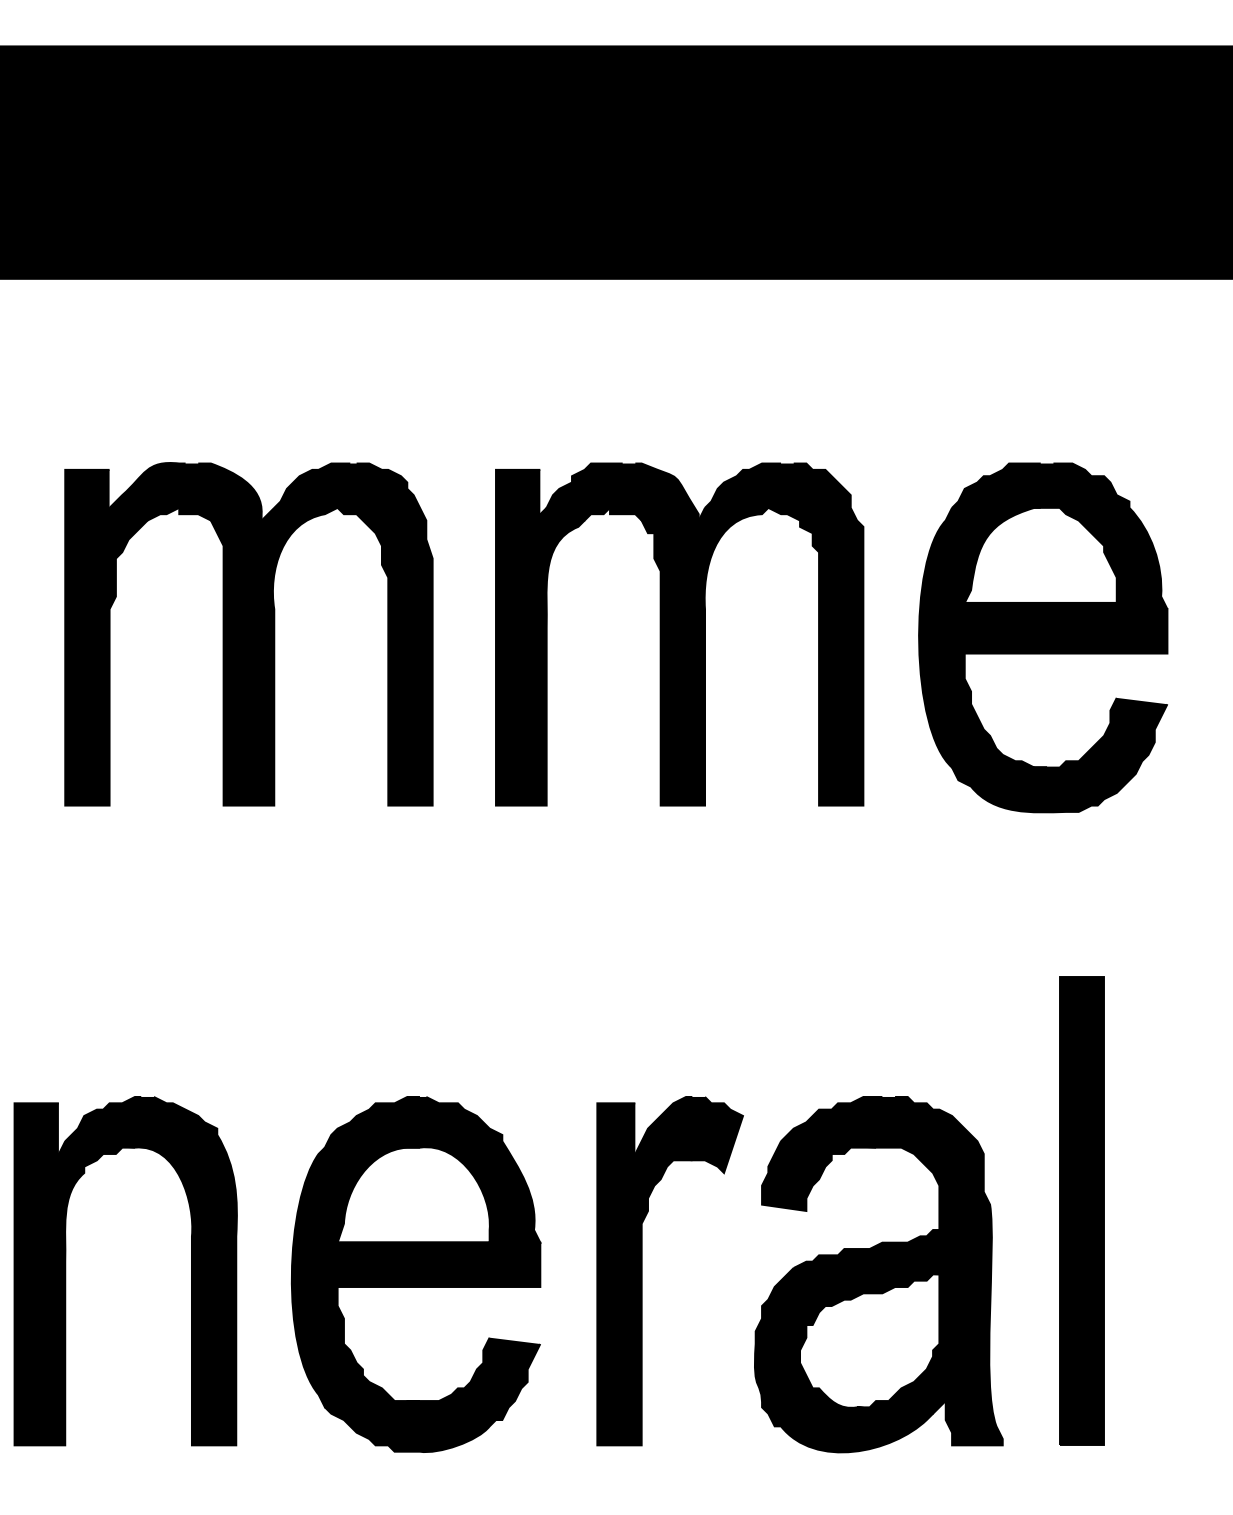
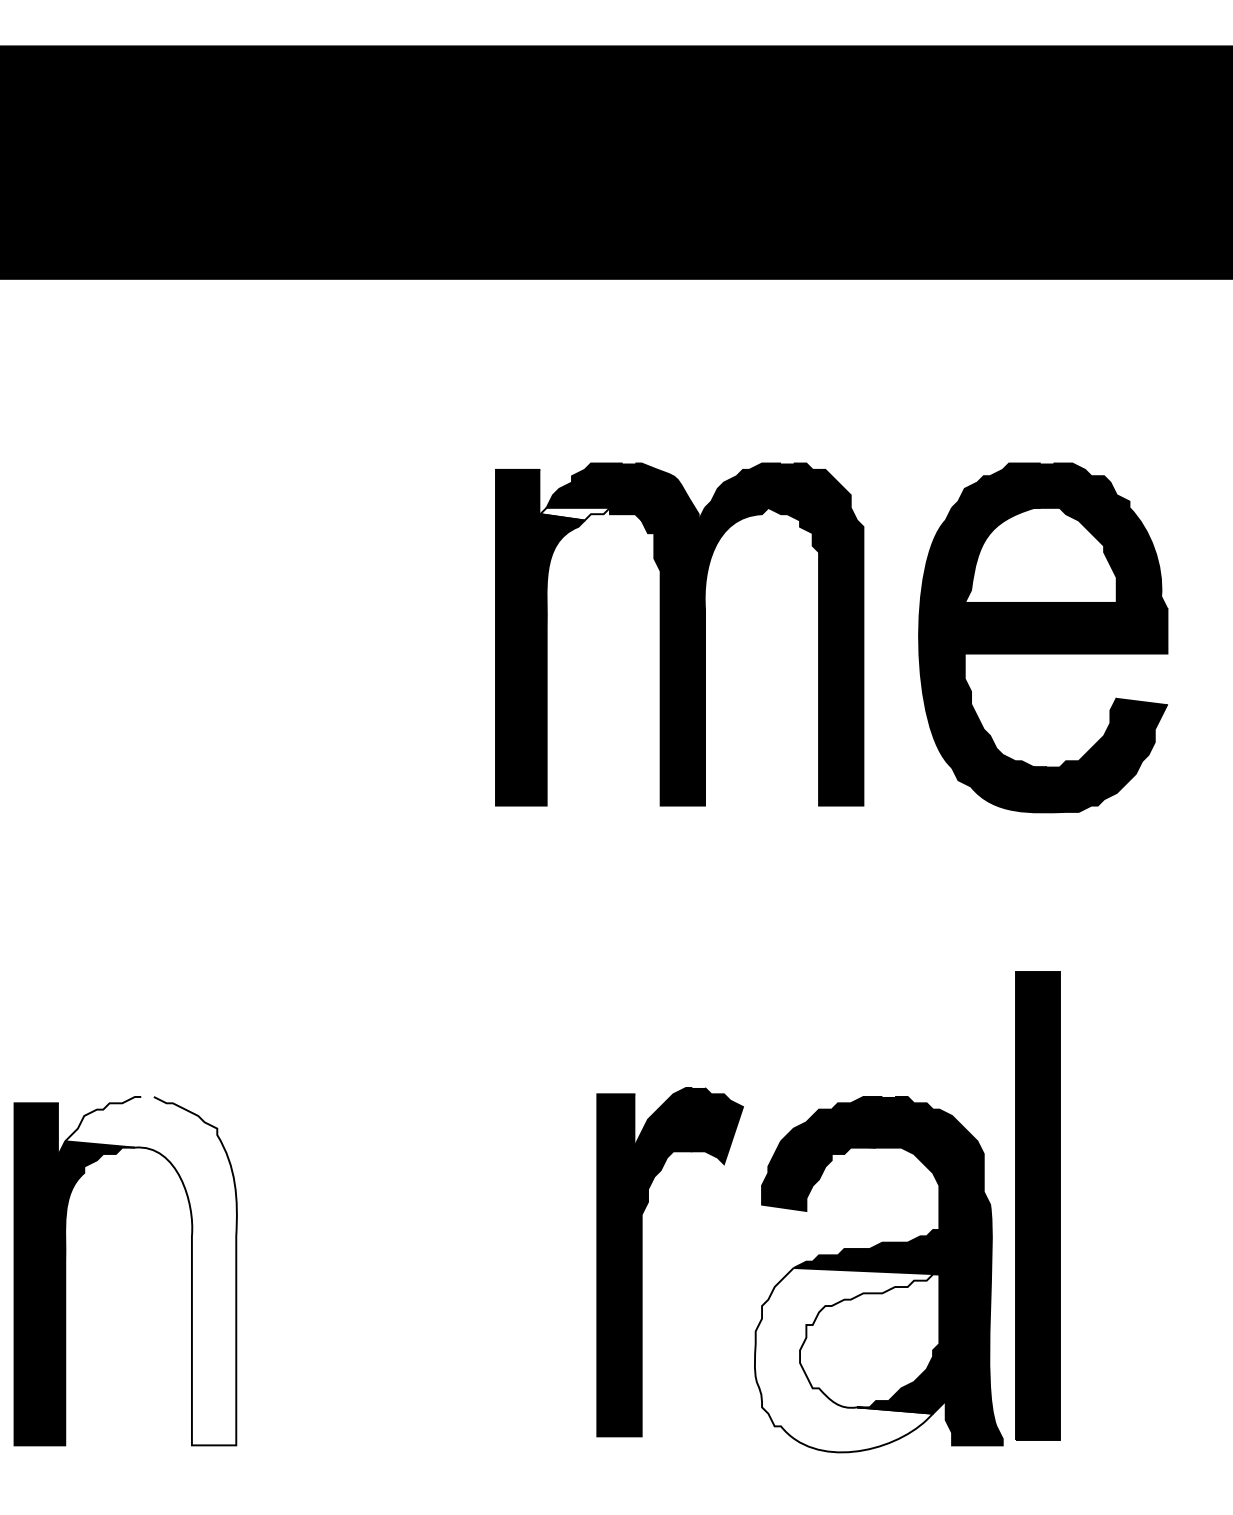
fill at (575, 513): present -> none
part at (248, 634): present -> none
part at (1081, 1210) position: (1081, 1210) -> (1037, 1205)
fill at (150, 1270): present -> none
part at (642, 1271) position: (642, 1271) -> (642, 1262)
part at (415, 1274): present -> none
fill at (846, 1360): present -> none
